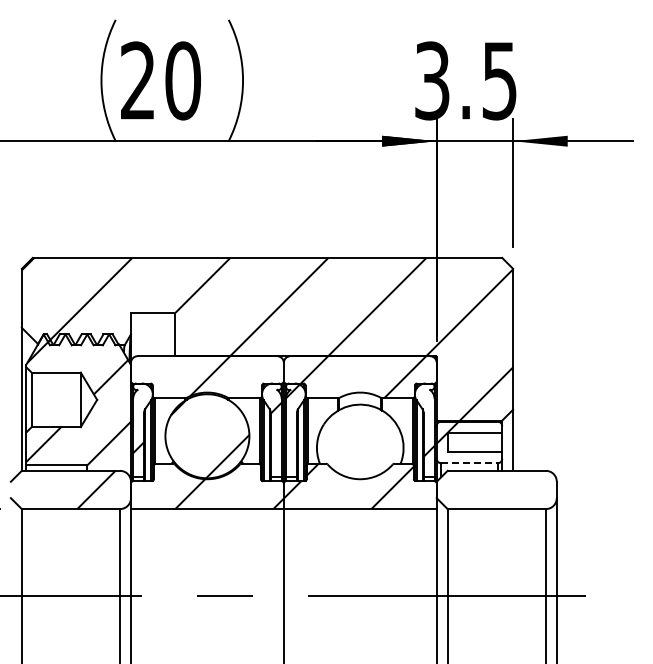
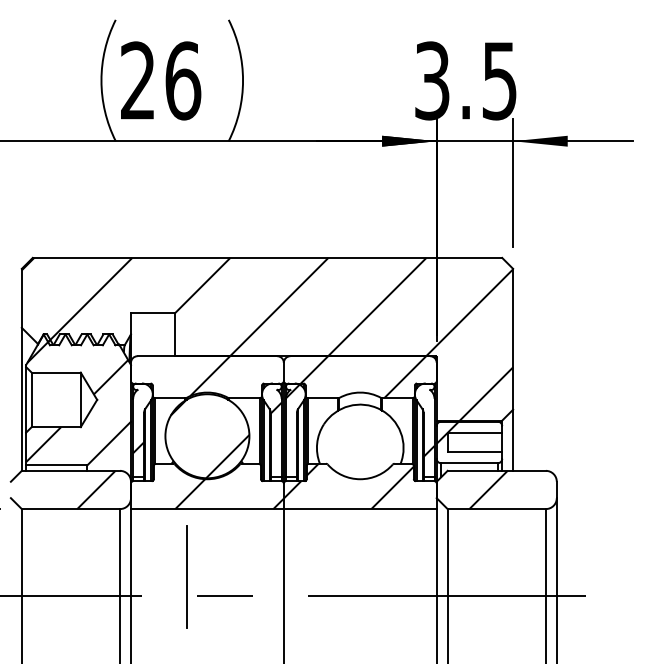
text at (183, 80): 20 -> 26
line at (469, 463): dashed -> solid
hatch at (488, 489): none -> present
line at (186, 576): none -> present
